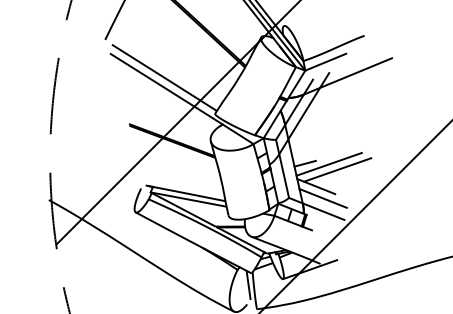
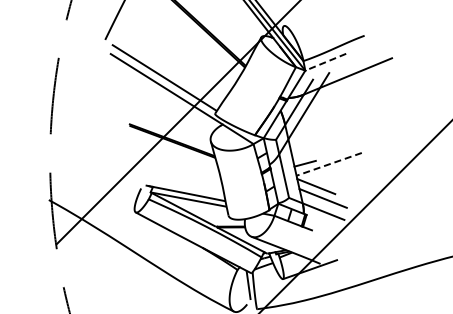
line at (325, 62): solid -> dashed
line at (329, 164): solid -> dashed
line at (337, 169): present -> none
